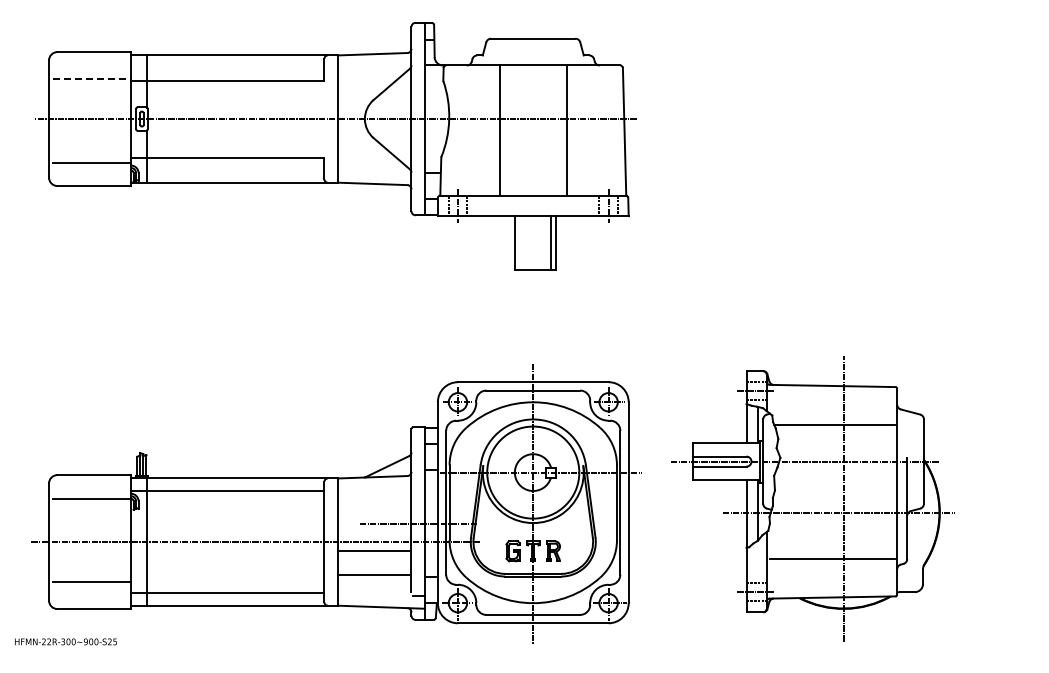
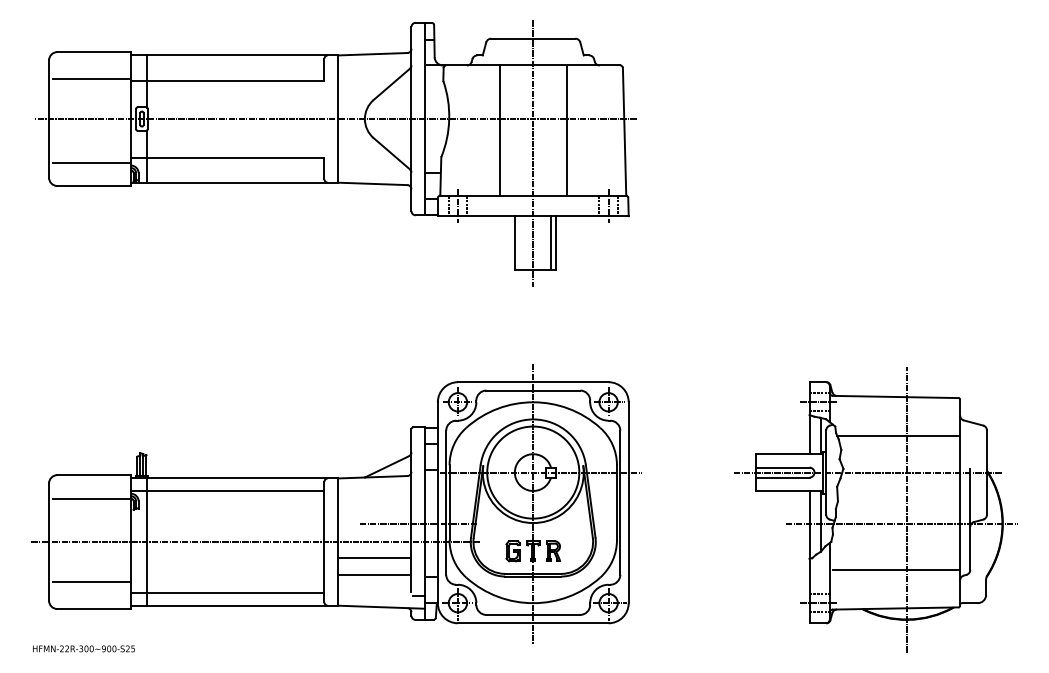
line at (92, 78): dashed -> solid
line at (533, 153): none -> present
part at (812, 498) position: (812, 498) -> (875, 509)
line at (374, 550) position: (374, 550) -> (374, 557)
text at (65, 641) position: (65, 641) -> (83, 648)
